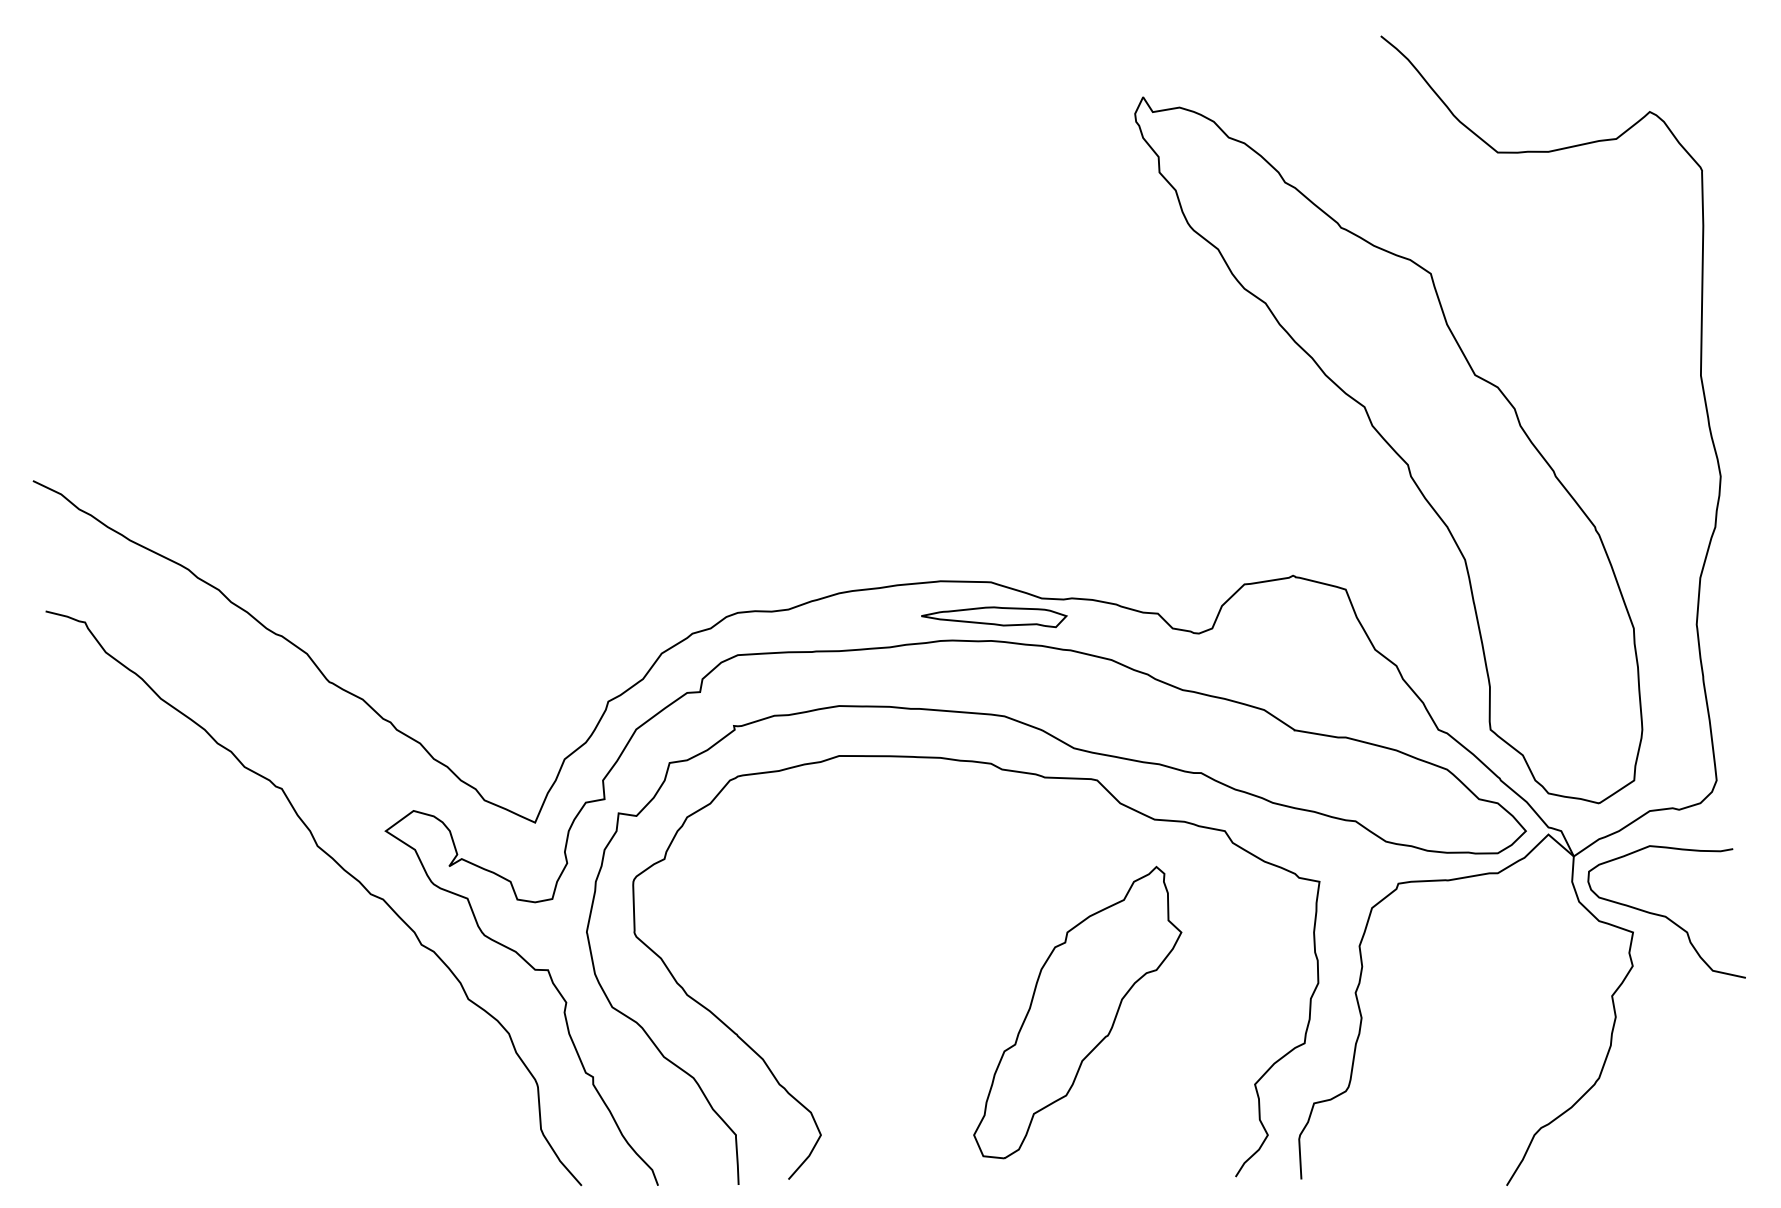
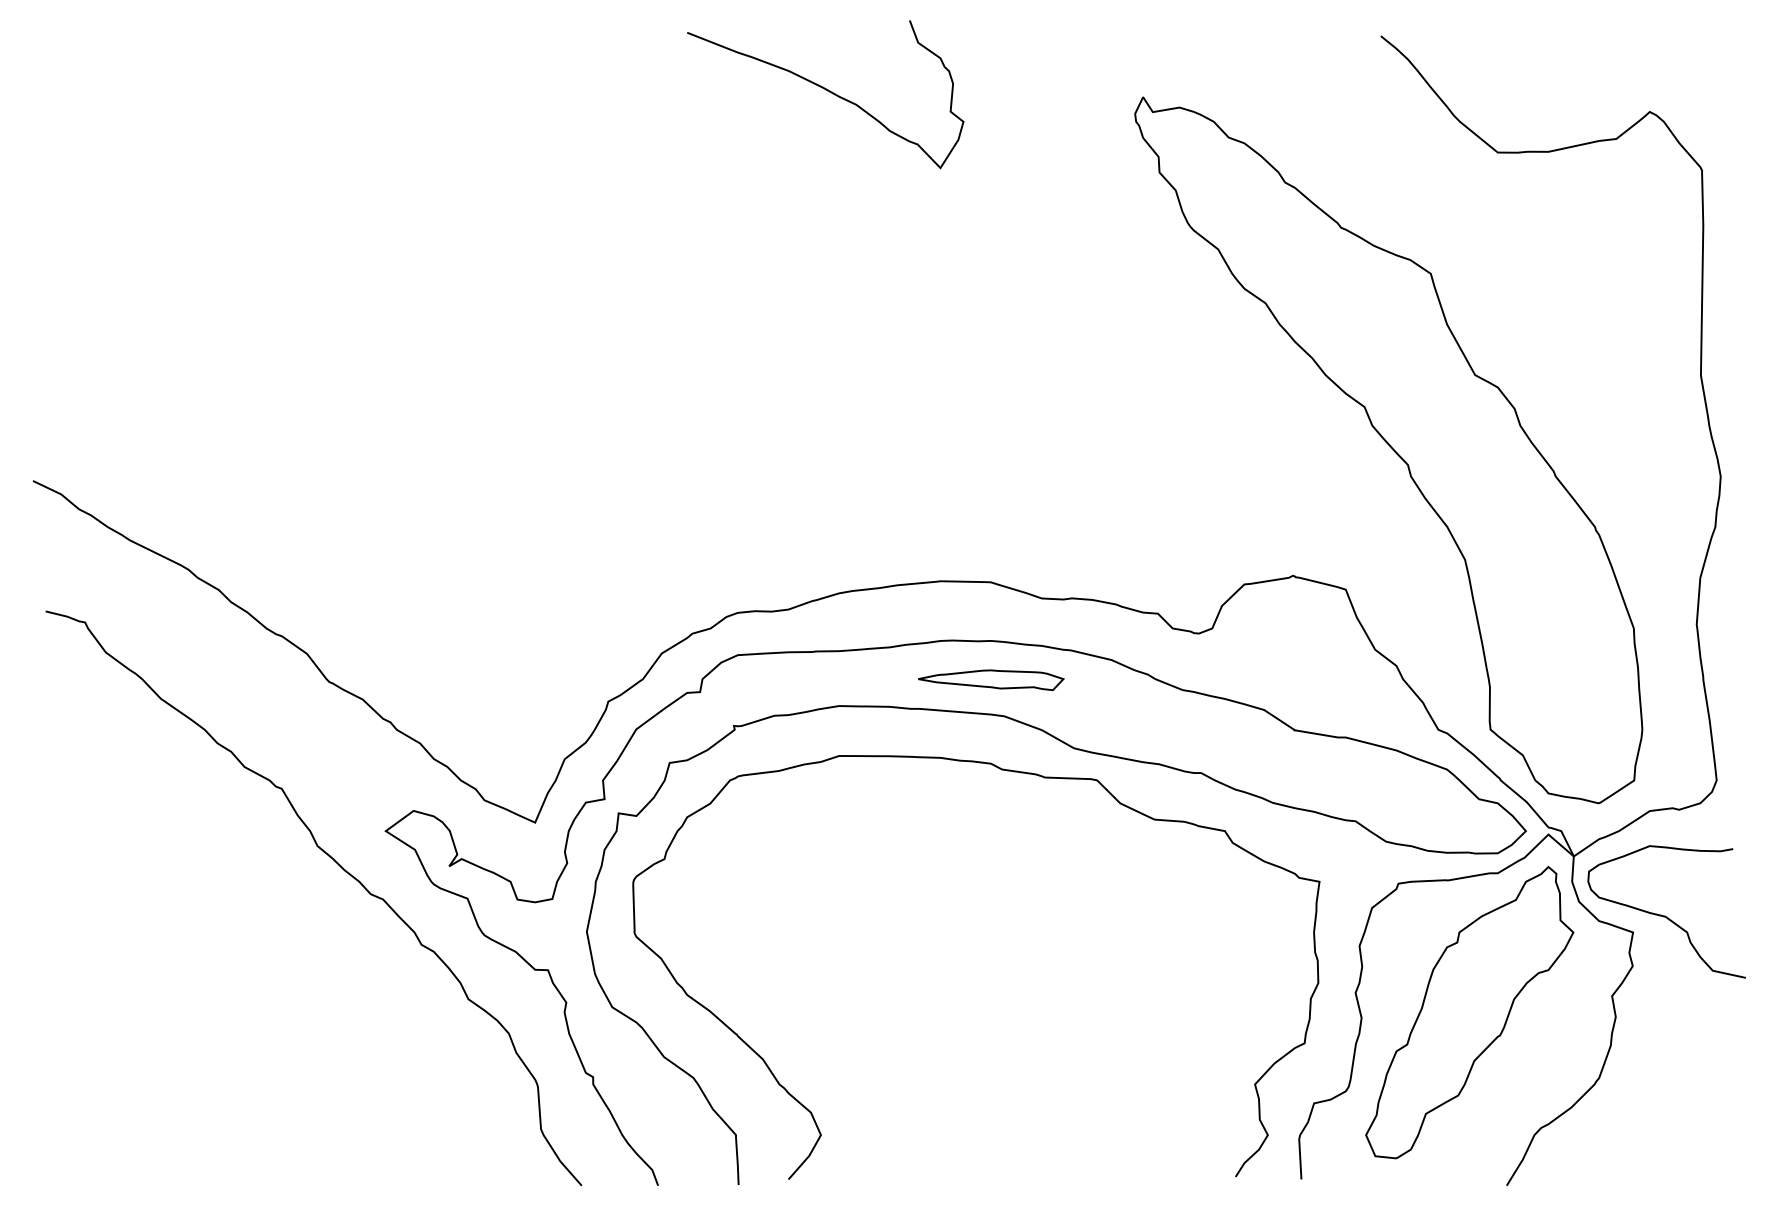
curve at (827, 91): none -> present
part at (994, 617) position: (994, 617) -> (991, 680)
part at (1077, 1012) position: (1077, 1012) -> (1469, 1012)
